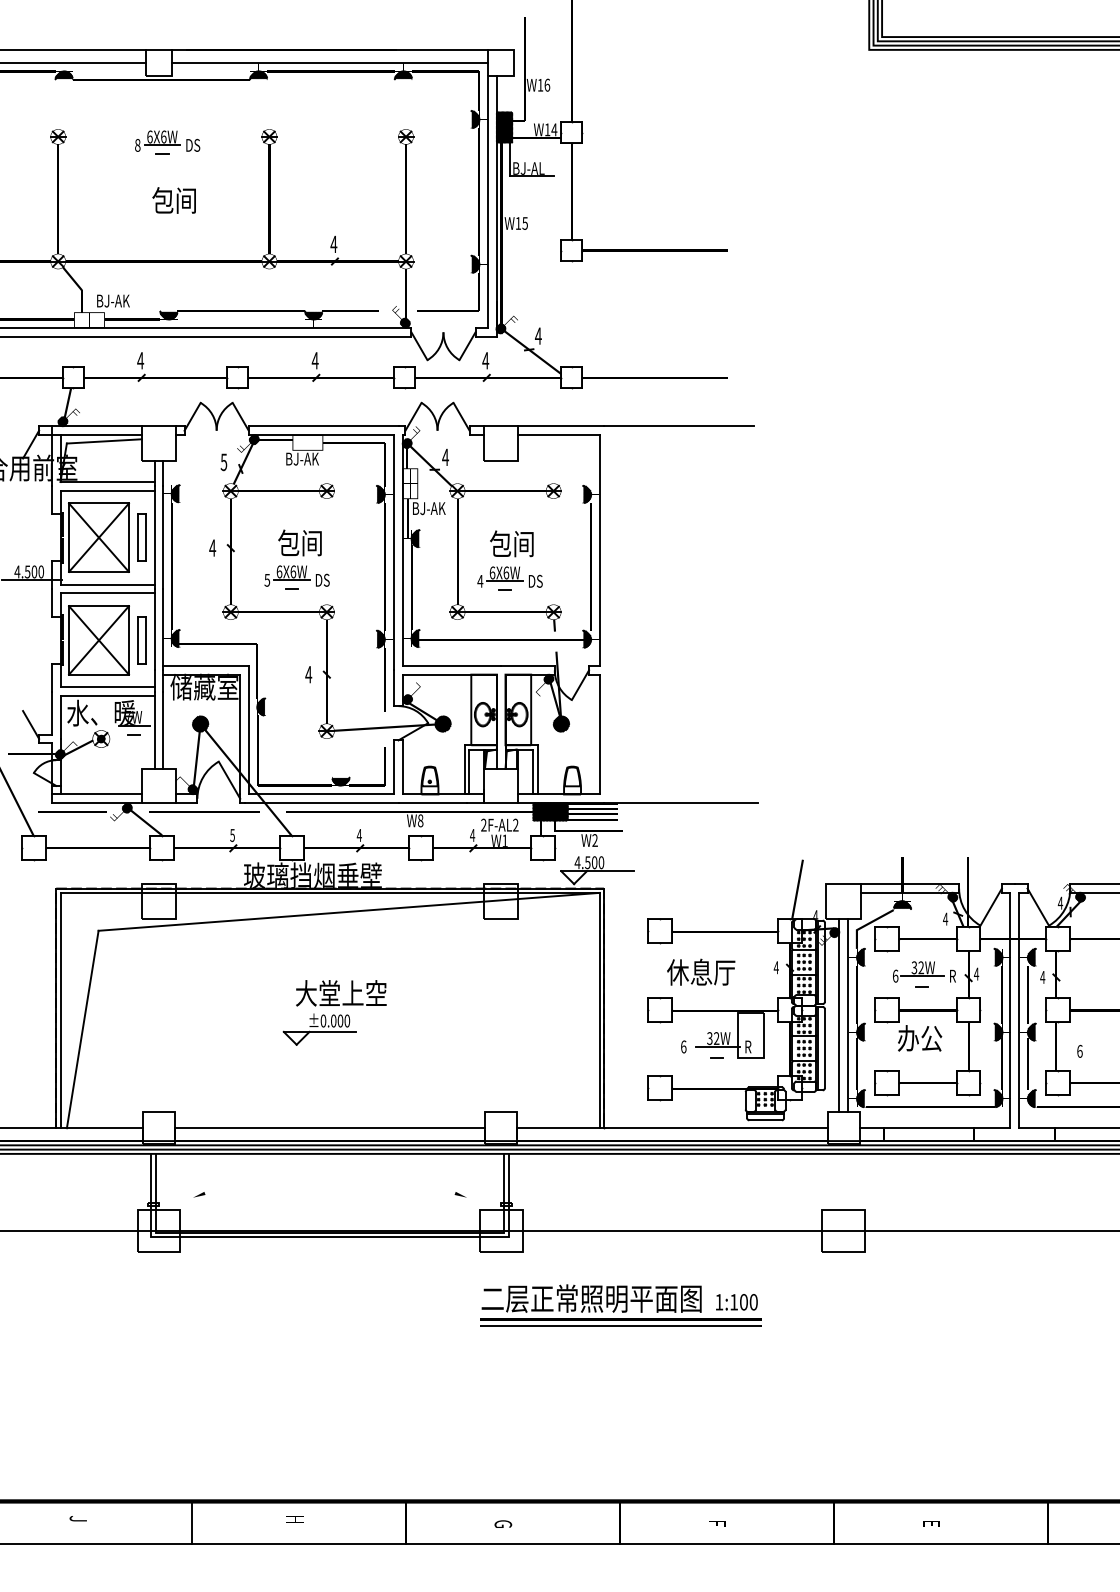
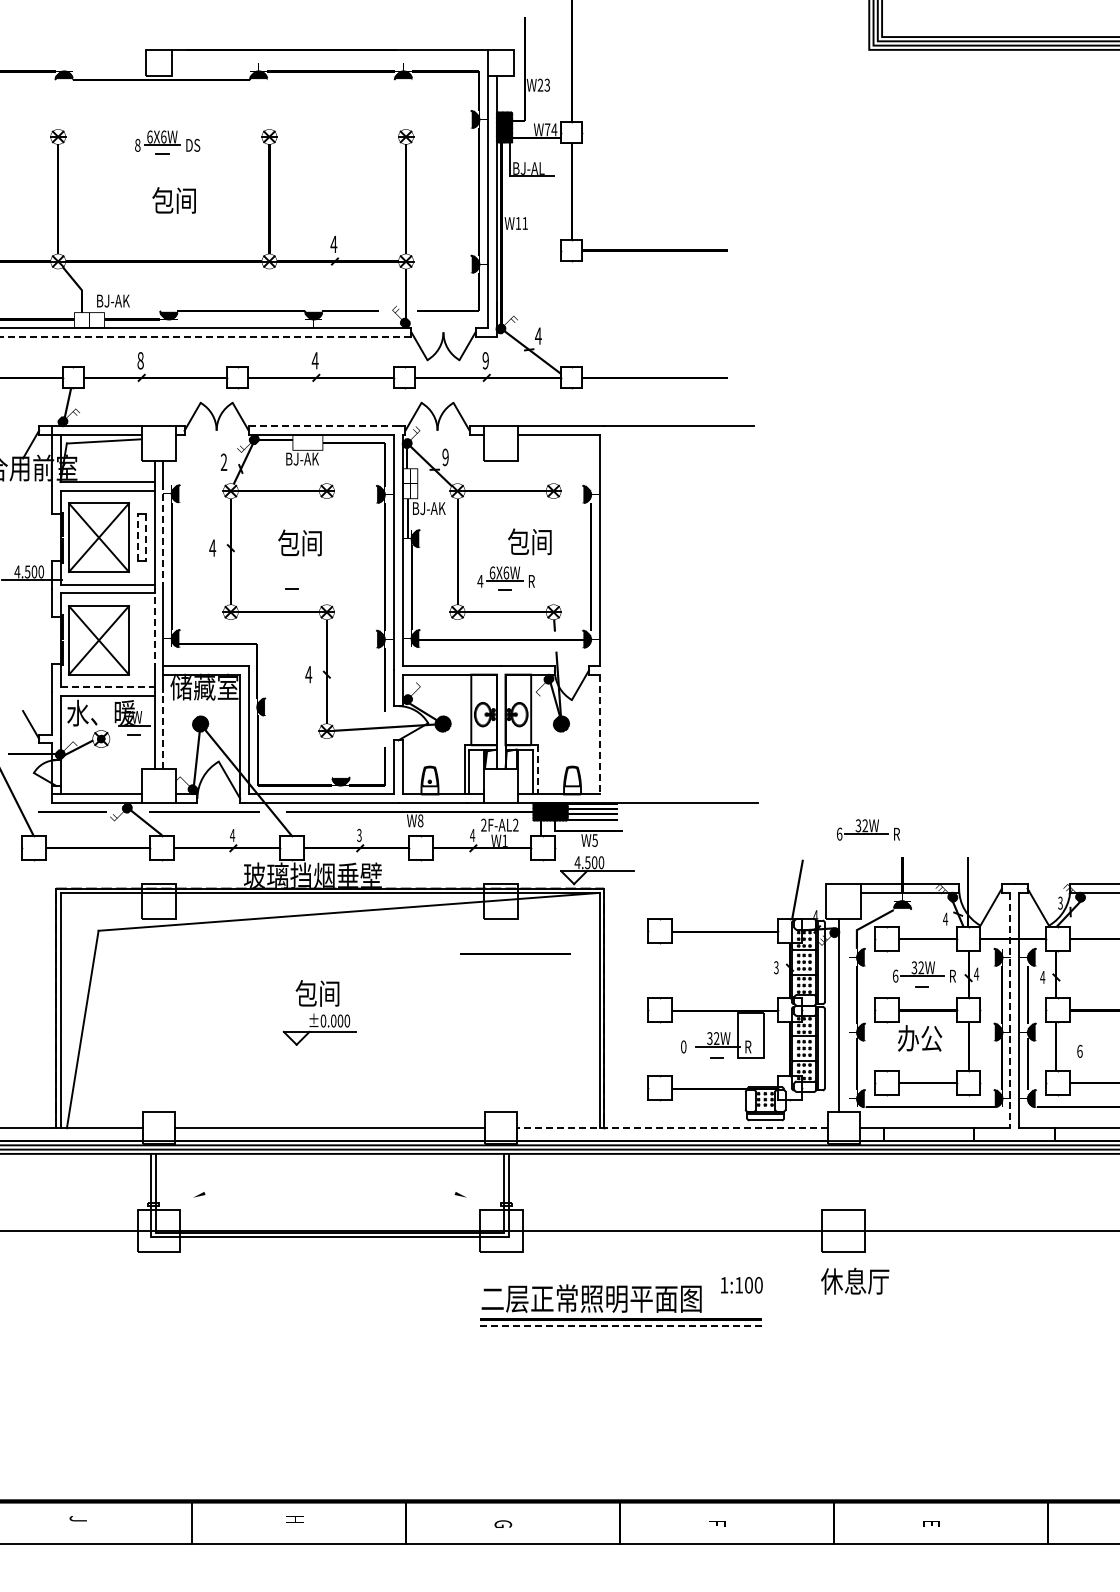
line at (74, 49): present -> none
line at (74, 62): present -> none
line at (329, 62): present -> none
text at (543, 84): W16 -> W23
text at (547, 129): W14 -> W74
text at (524, 223): W15 -> W11
line at (205, 336): solid -> dashed
text at (140, 360): 4 -> 8
text at (485, 360): 4 -> 9
line at (323, 426): solid -> dashed
text at (445, 457): 4 -> 9
text at (223, 462): 5 -> 2
line at (137, 537): solid -> dashed
line at (146, 537): solid -> dashed
line at (163, 537): solid -> dashed
text at (511, 543) position: (511, 543) -> (529, 541)
part at (296, 575): present -> none
text at (536, 580): DS -> R
line at (154, 629): solid -> dashed
part at (141, 640): present -> none
line at (108, 687): solid -> dashed
line at (163, 730): solid -> dashed
line at (599, 734): solid -> dashed
line at (537, 769): solid -> dashed
part at (868, 829): none -> present
text at (232, 835): 5 -> 4
text at (358, 835): 4 -> 3
text at (594, 840): W2 -> W5
text at (1060, 902): 4 -> 3
line at (515, 953): none -> present
text at (775, 967): 4 -> 3
text at (701, 971) position: (701, 971) -> (855, 1280)
text at (340, 993): 大堂上空 -> 包间
line at (1010, 1010): solid -> dashed
line at (847, 1015): present -> none
text at (683, 1046): 6 -> 0
line at (671, 1128): solid -> dashed
text at (736, 1302) position: (736, 1302) -> (741, 1285)
line at (621, 1325): solid -> dashed
